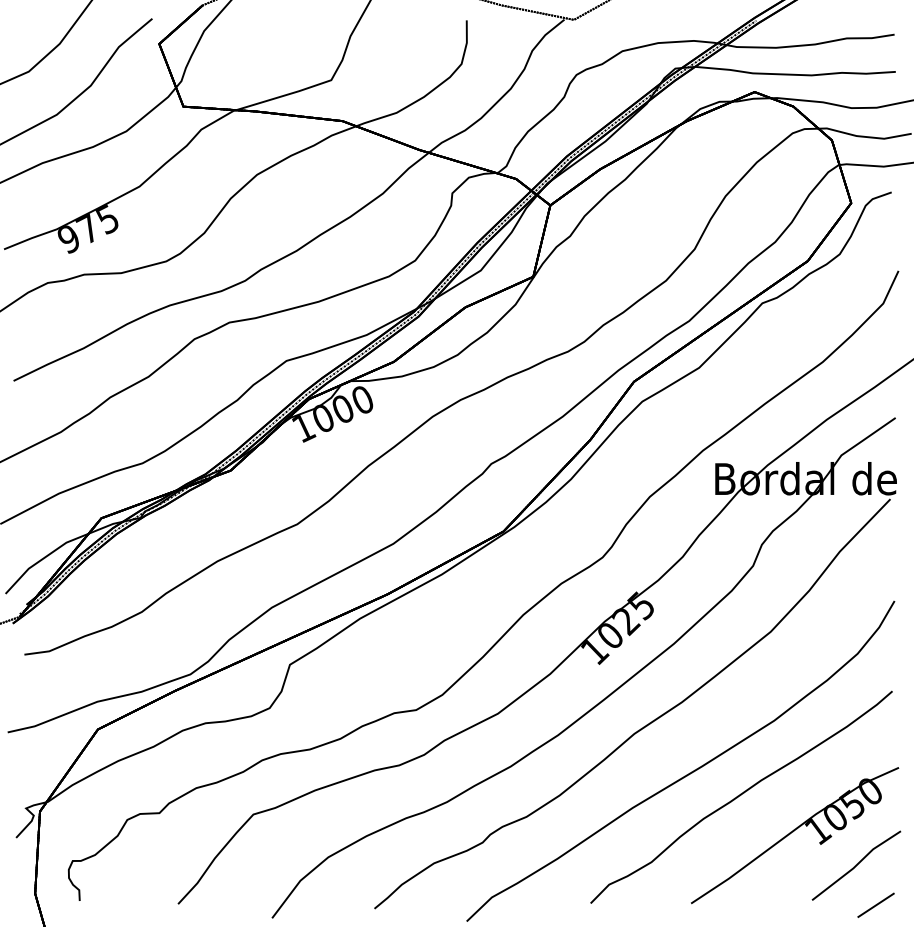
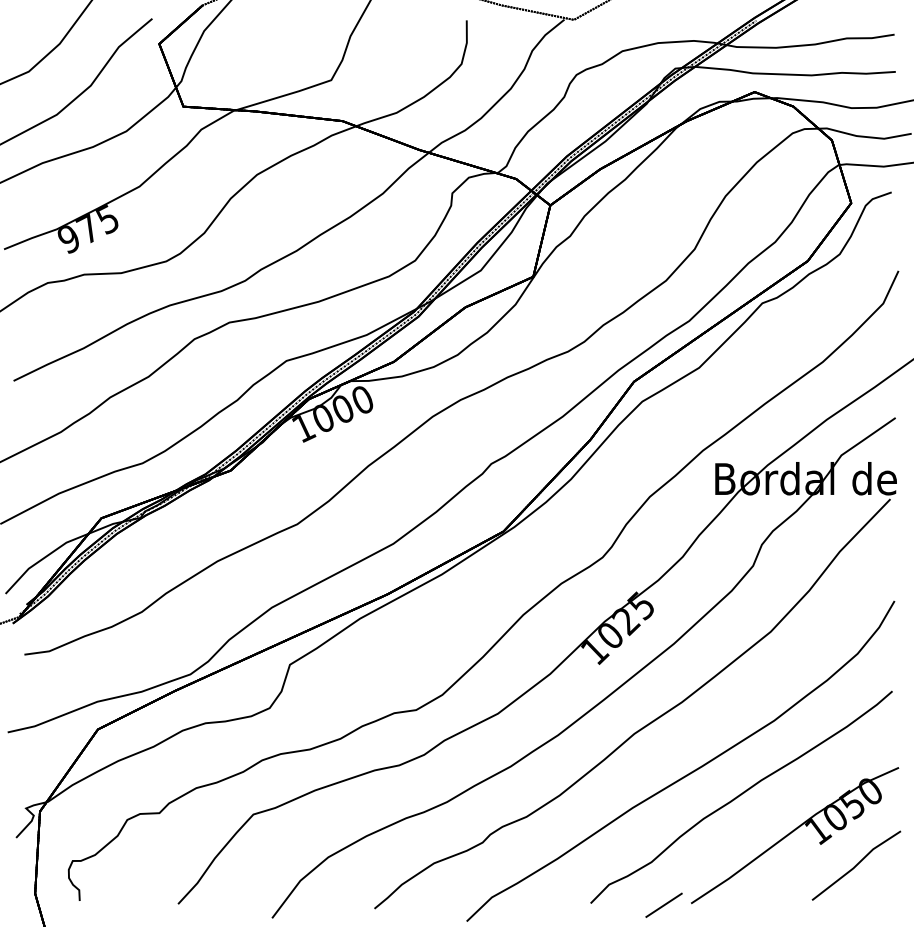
line at (875, 904) position: (875, 904) -> (663, 904)
